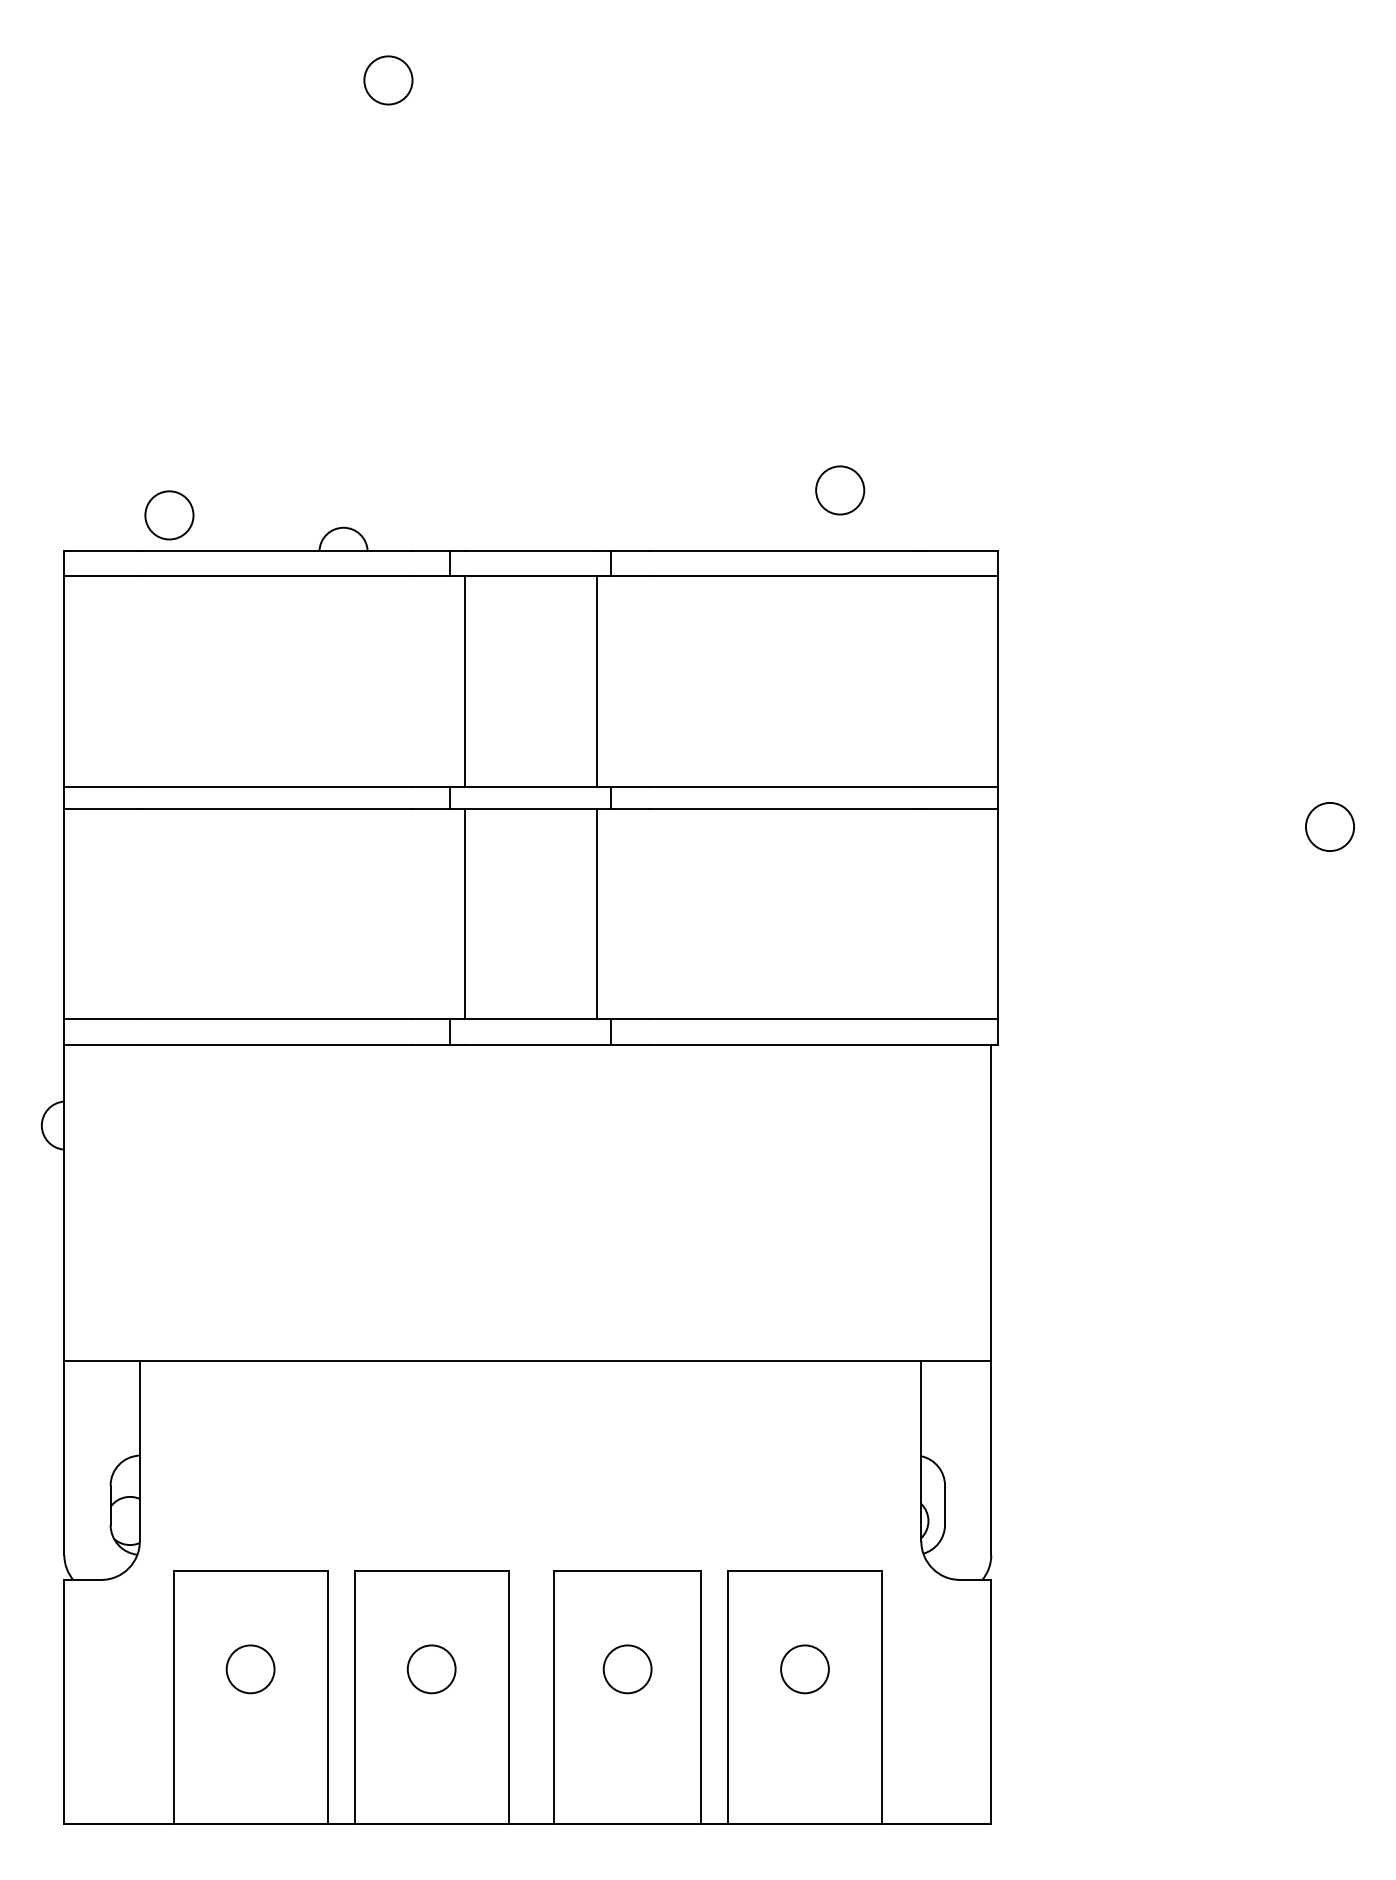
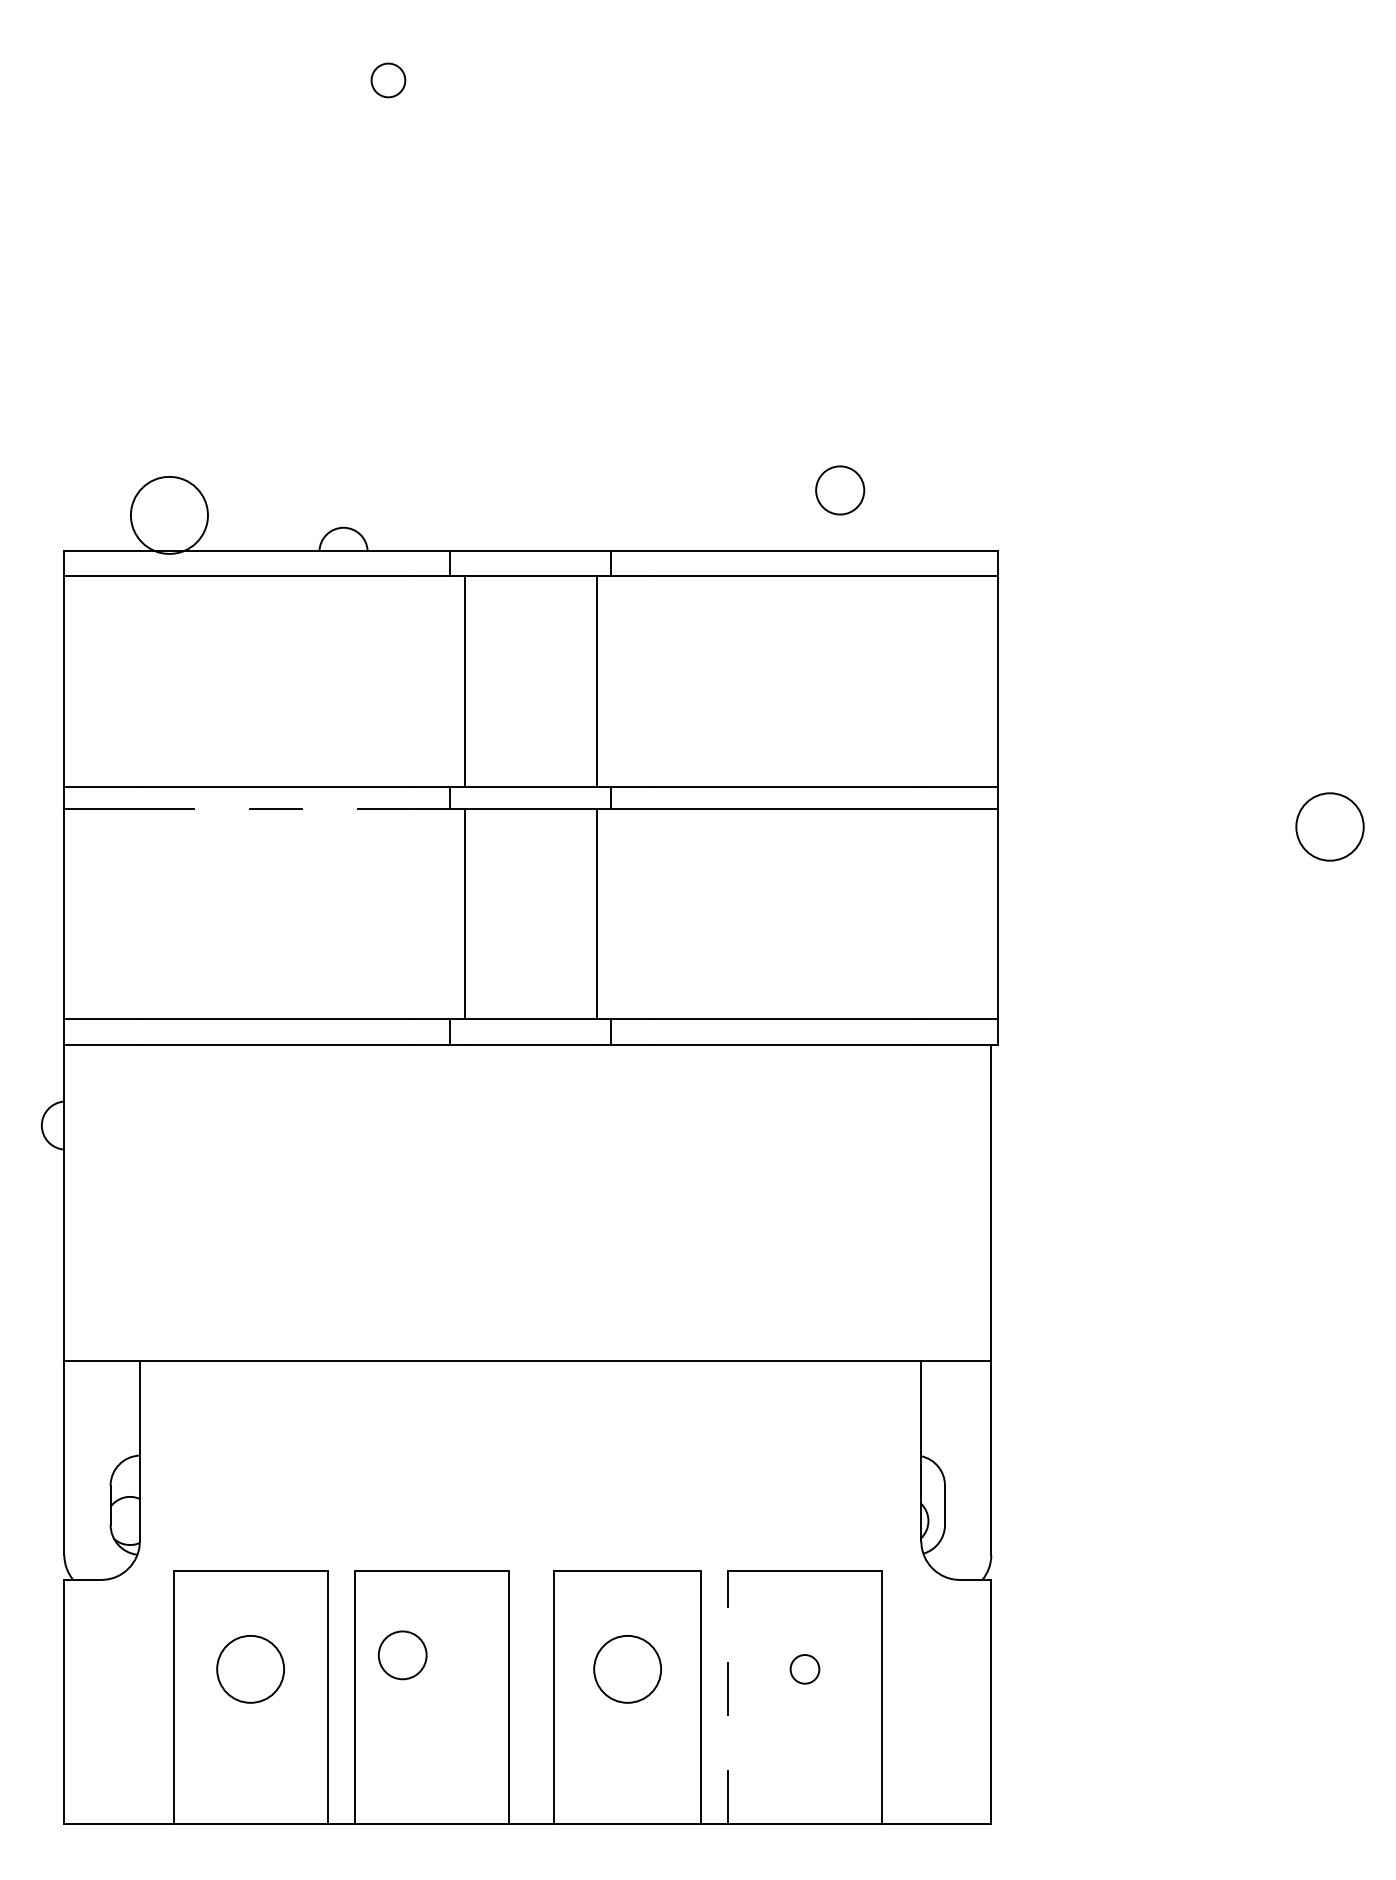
circle at (388, 80) diameter: 48 px -> 34 px
circle at (169, 515) diameter: 48 px -> 77 px
line at (276, 808): solid -> dashed
circle at (1329, 826) diameter: 48 px -> 67 px
circle at (250, 1669) diameter: 48 px -> 67 px
circle at (431, 1669) position: (431, 1669) -> (402, 1655)
circle at (627, 1669) diameter: 48 px -> 67 px
circle at (804, 1669) diameter: 48 px -> 29 px
line at (727, 1696): solid -> dashed
